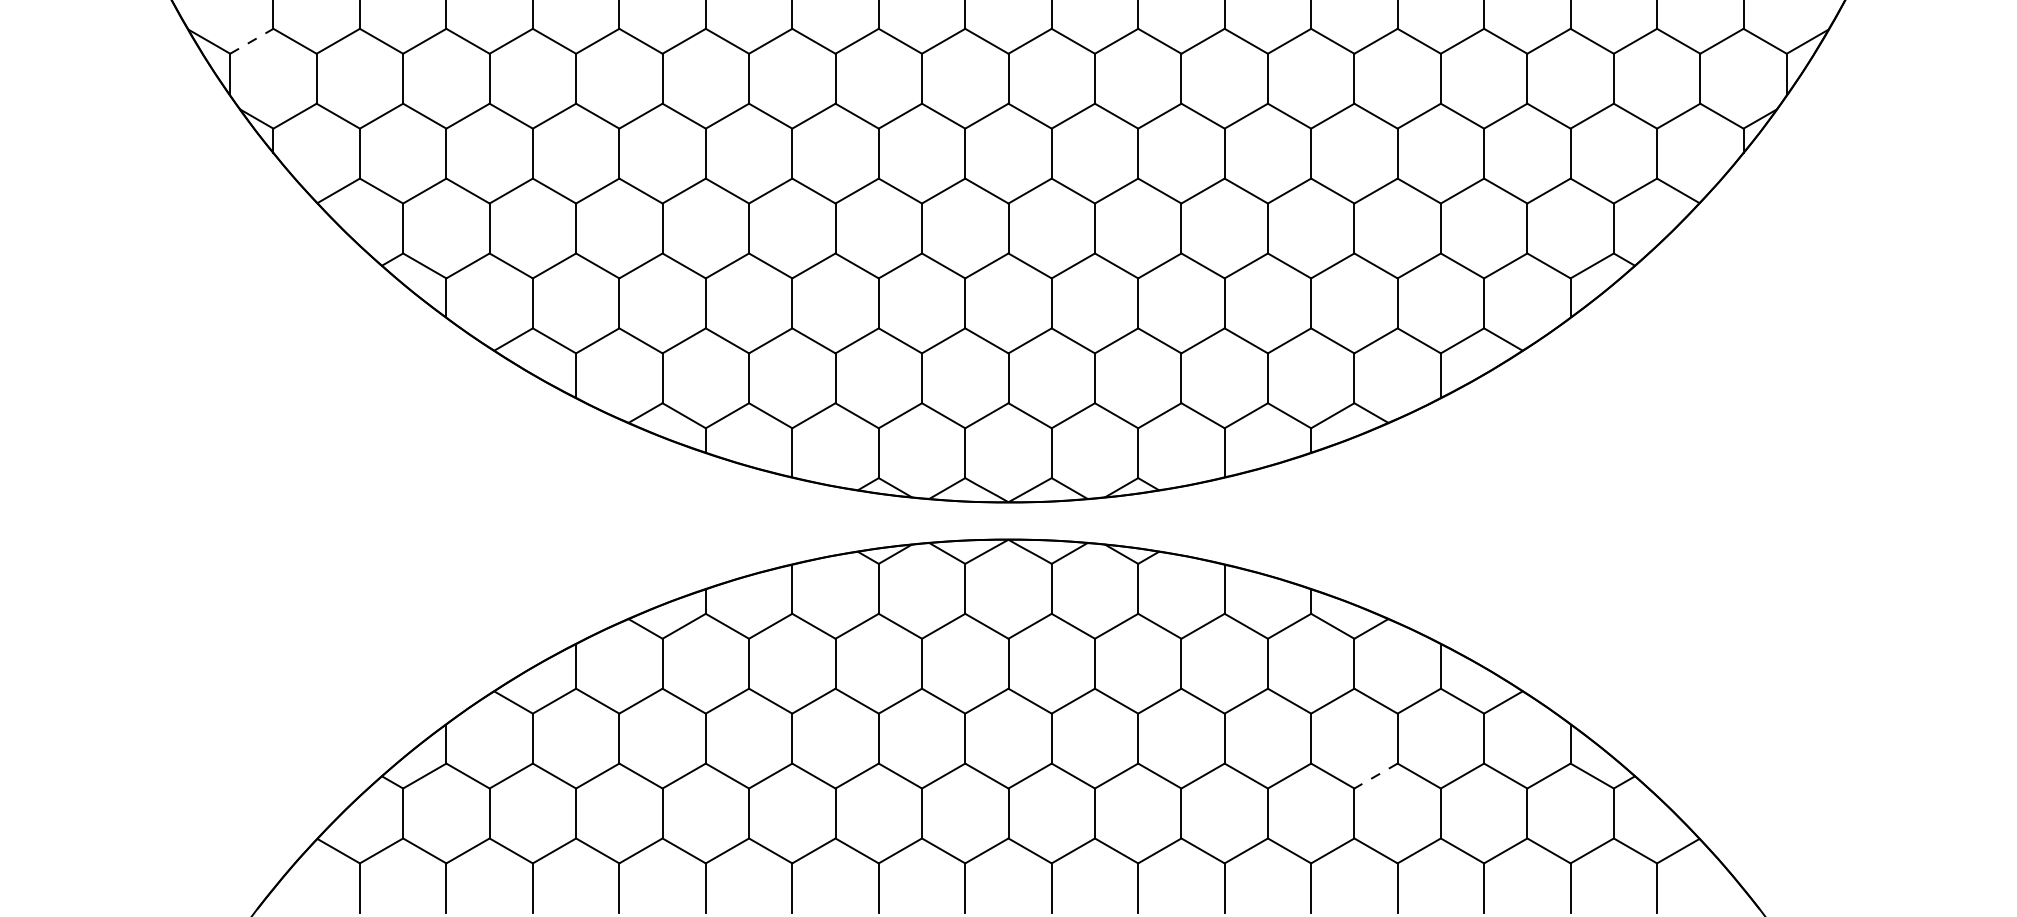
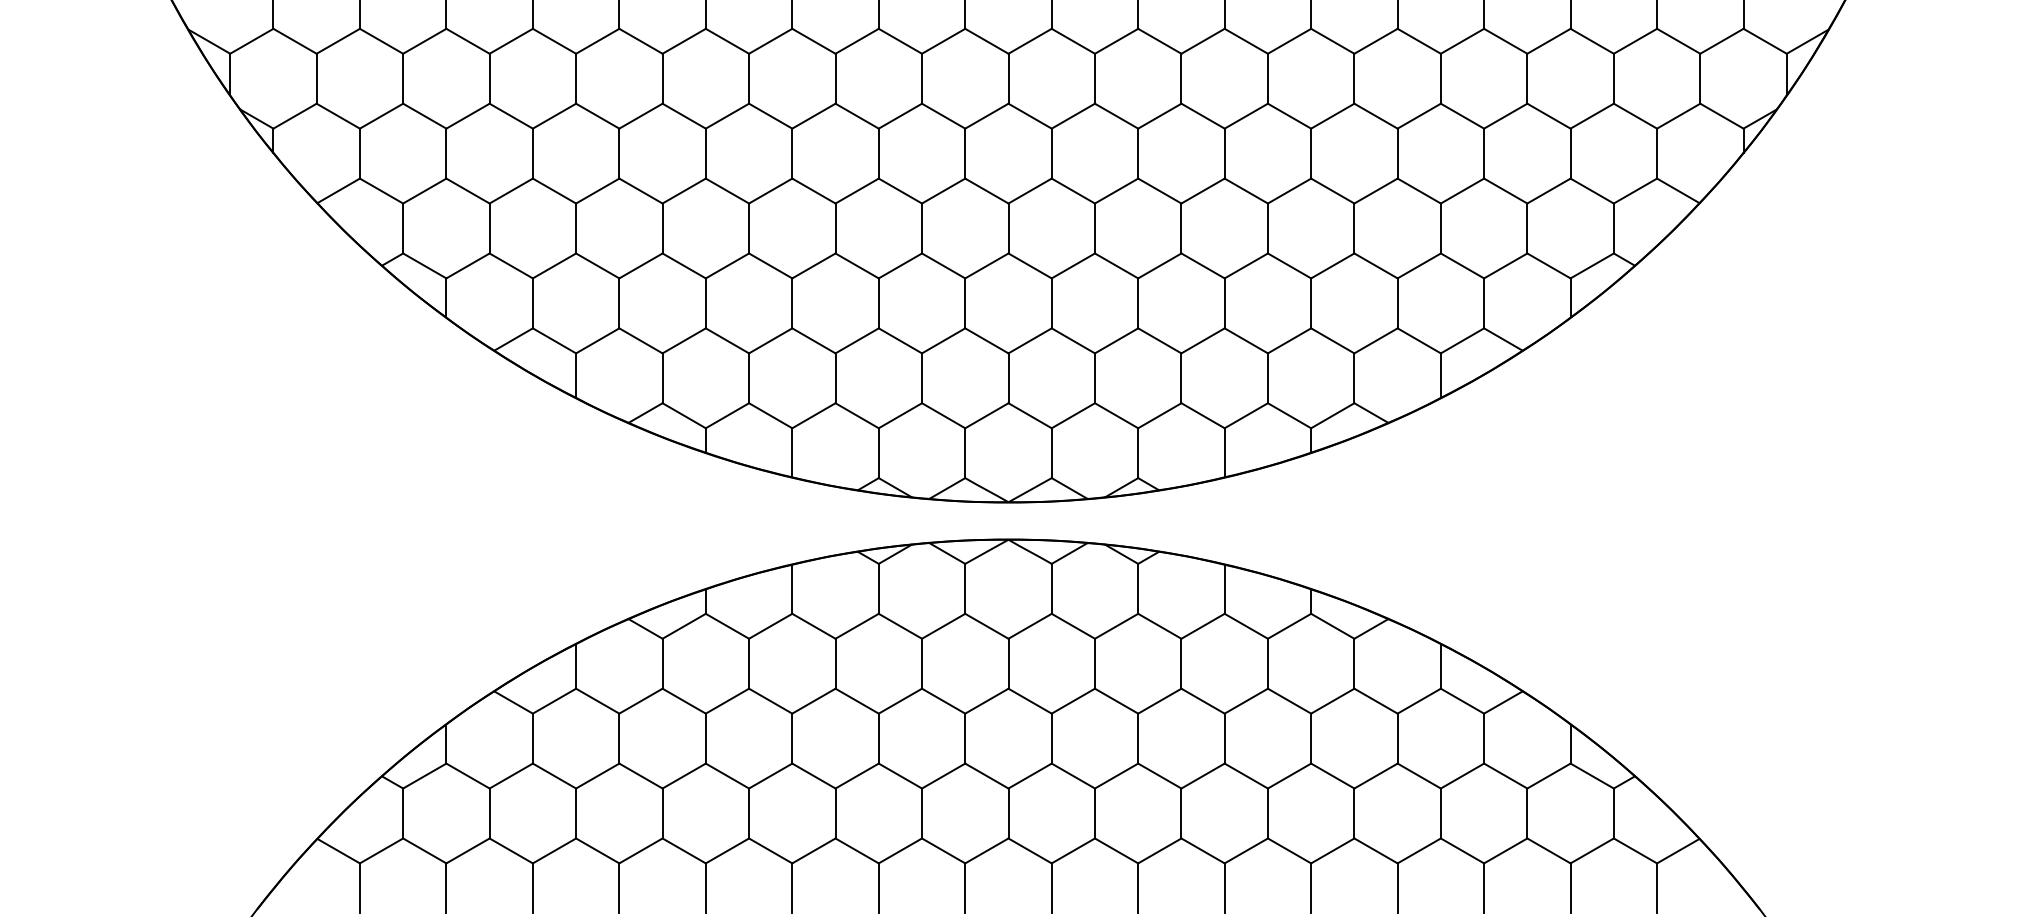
line at (251, 41): dashed -> solid
line at (1376, 776): dashed -> solid
